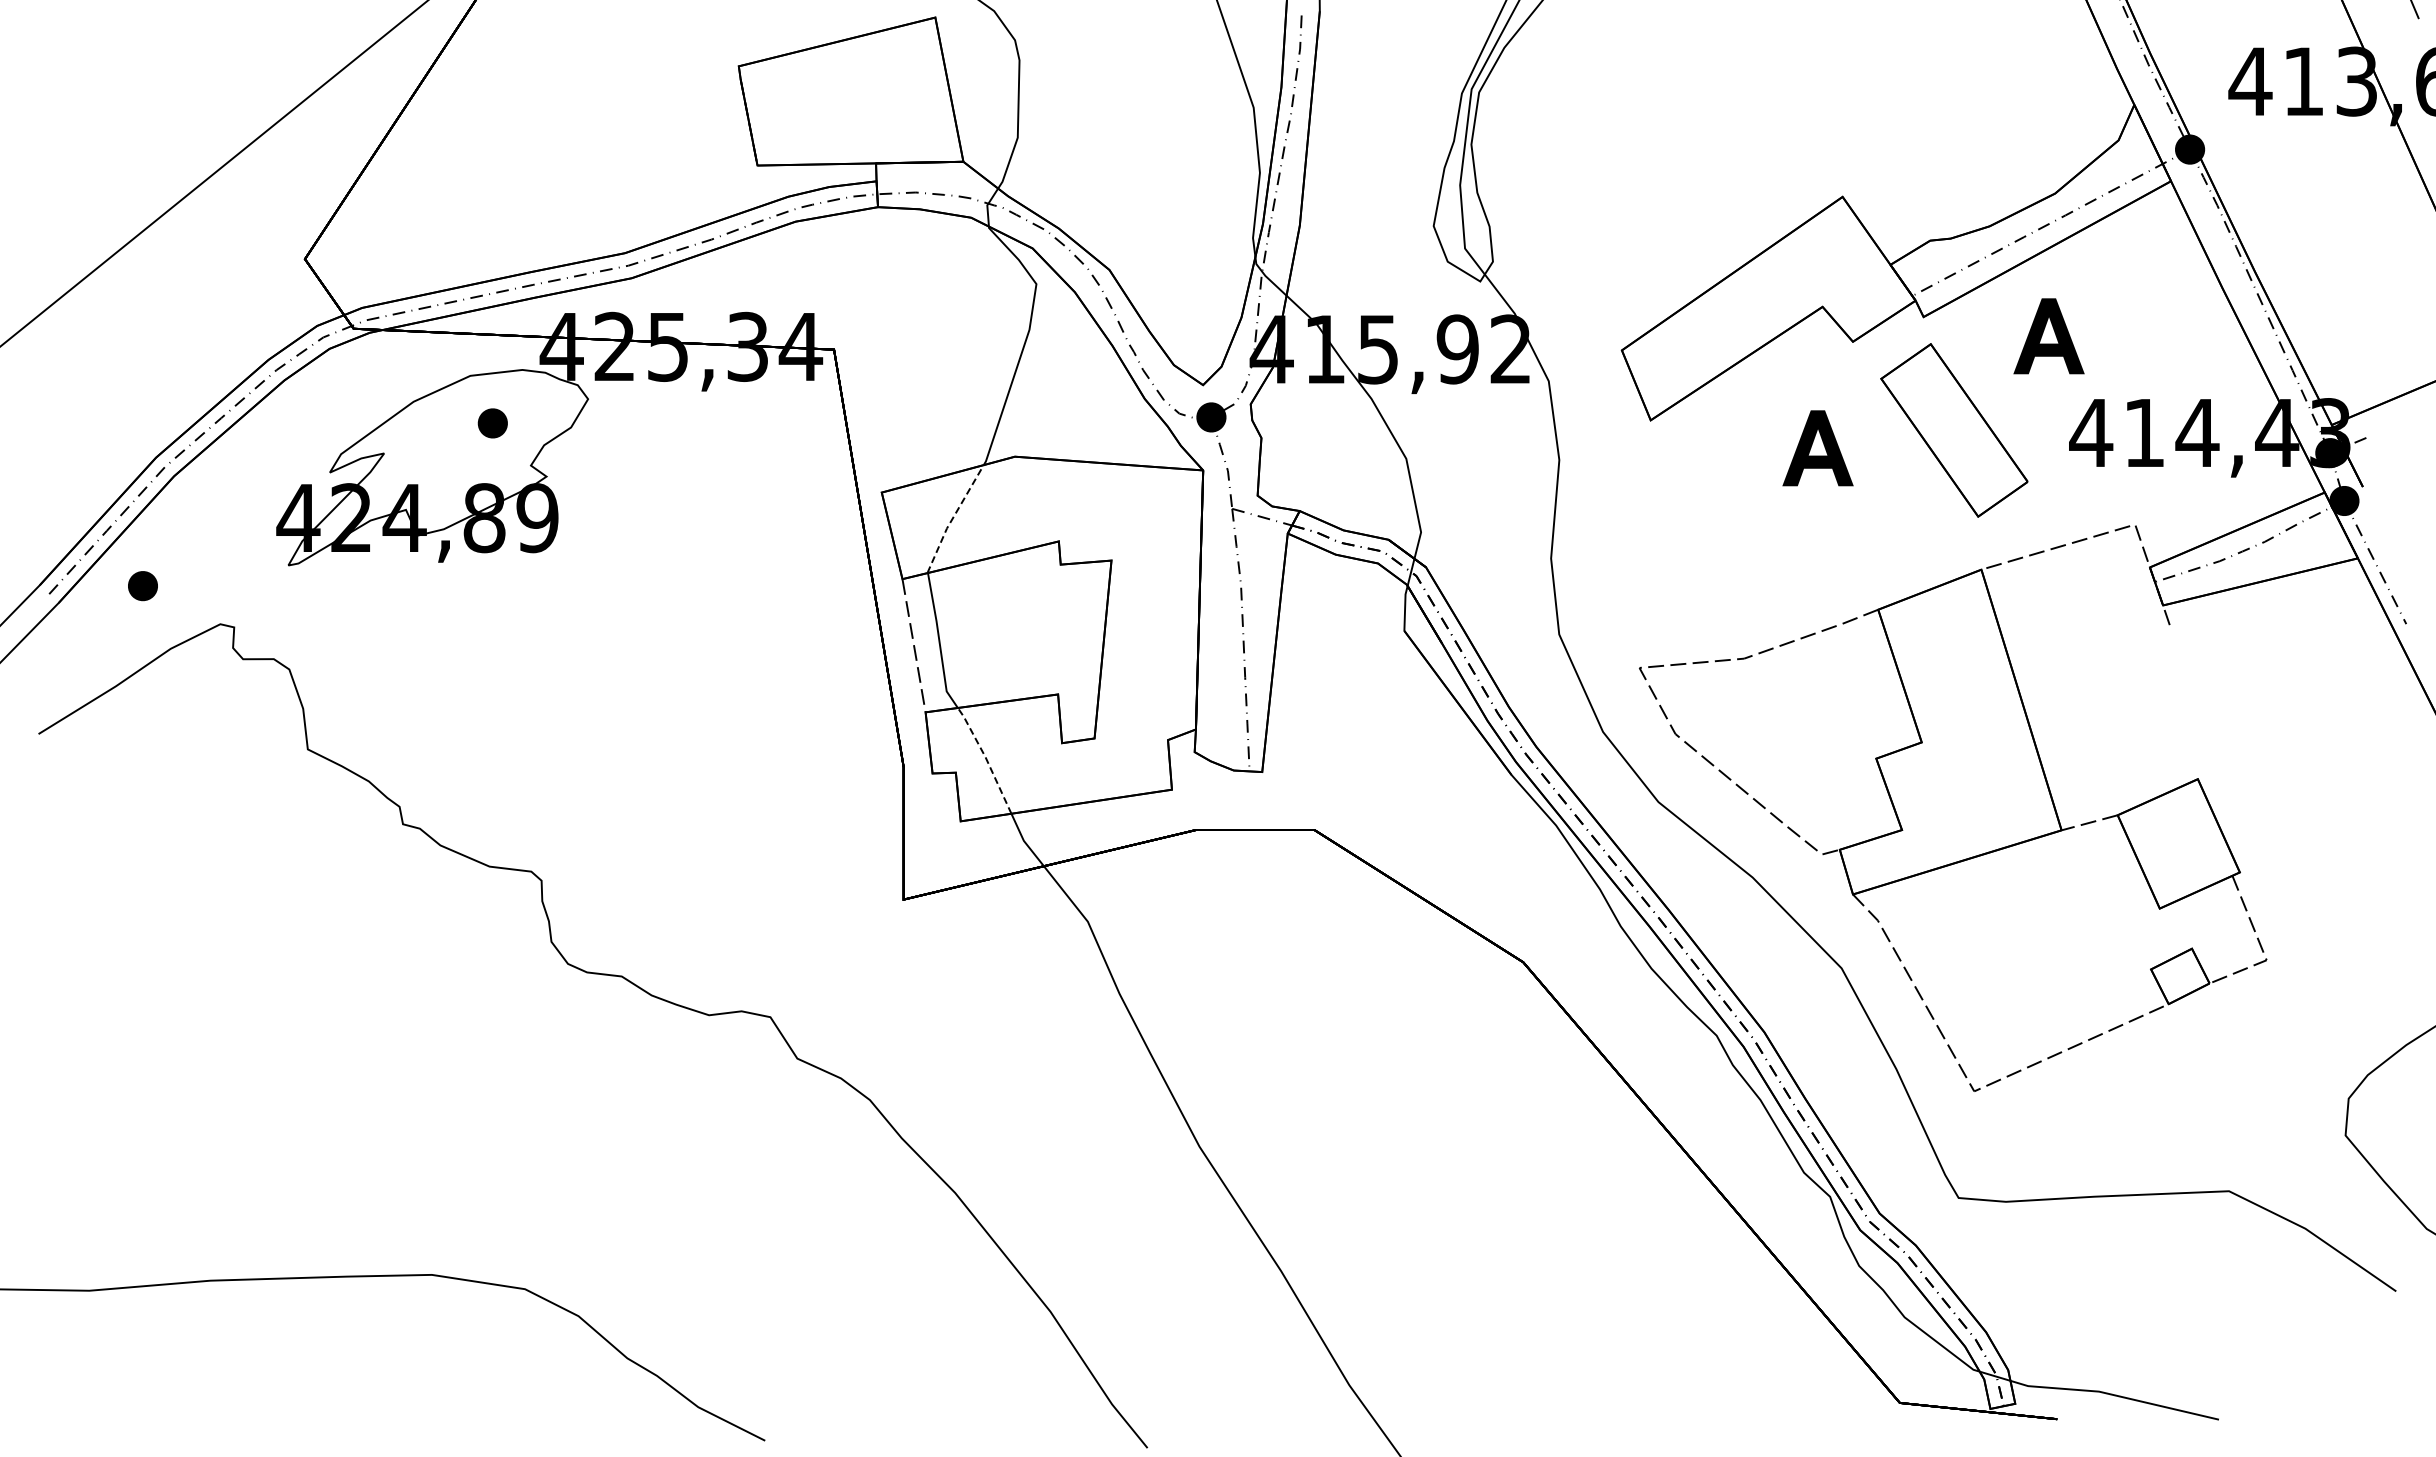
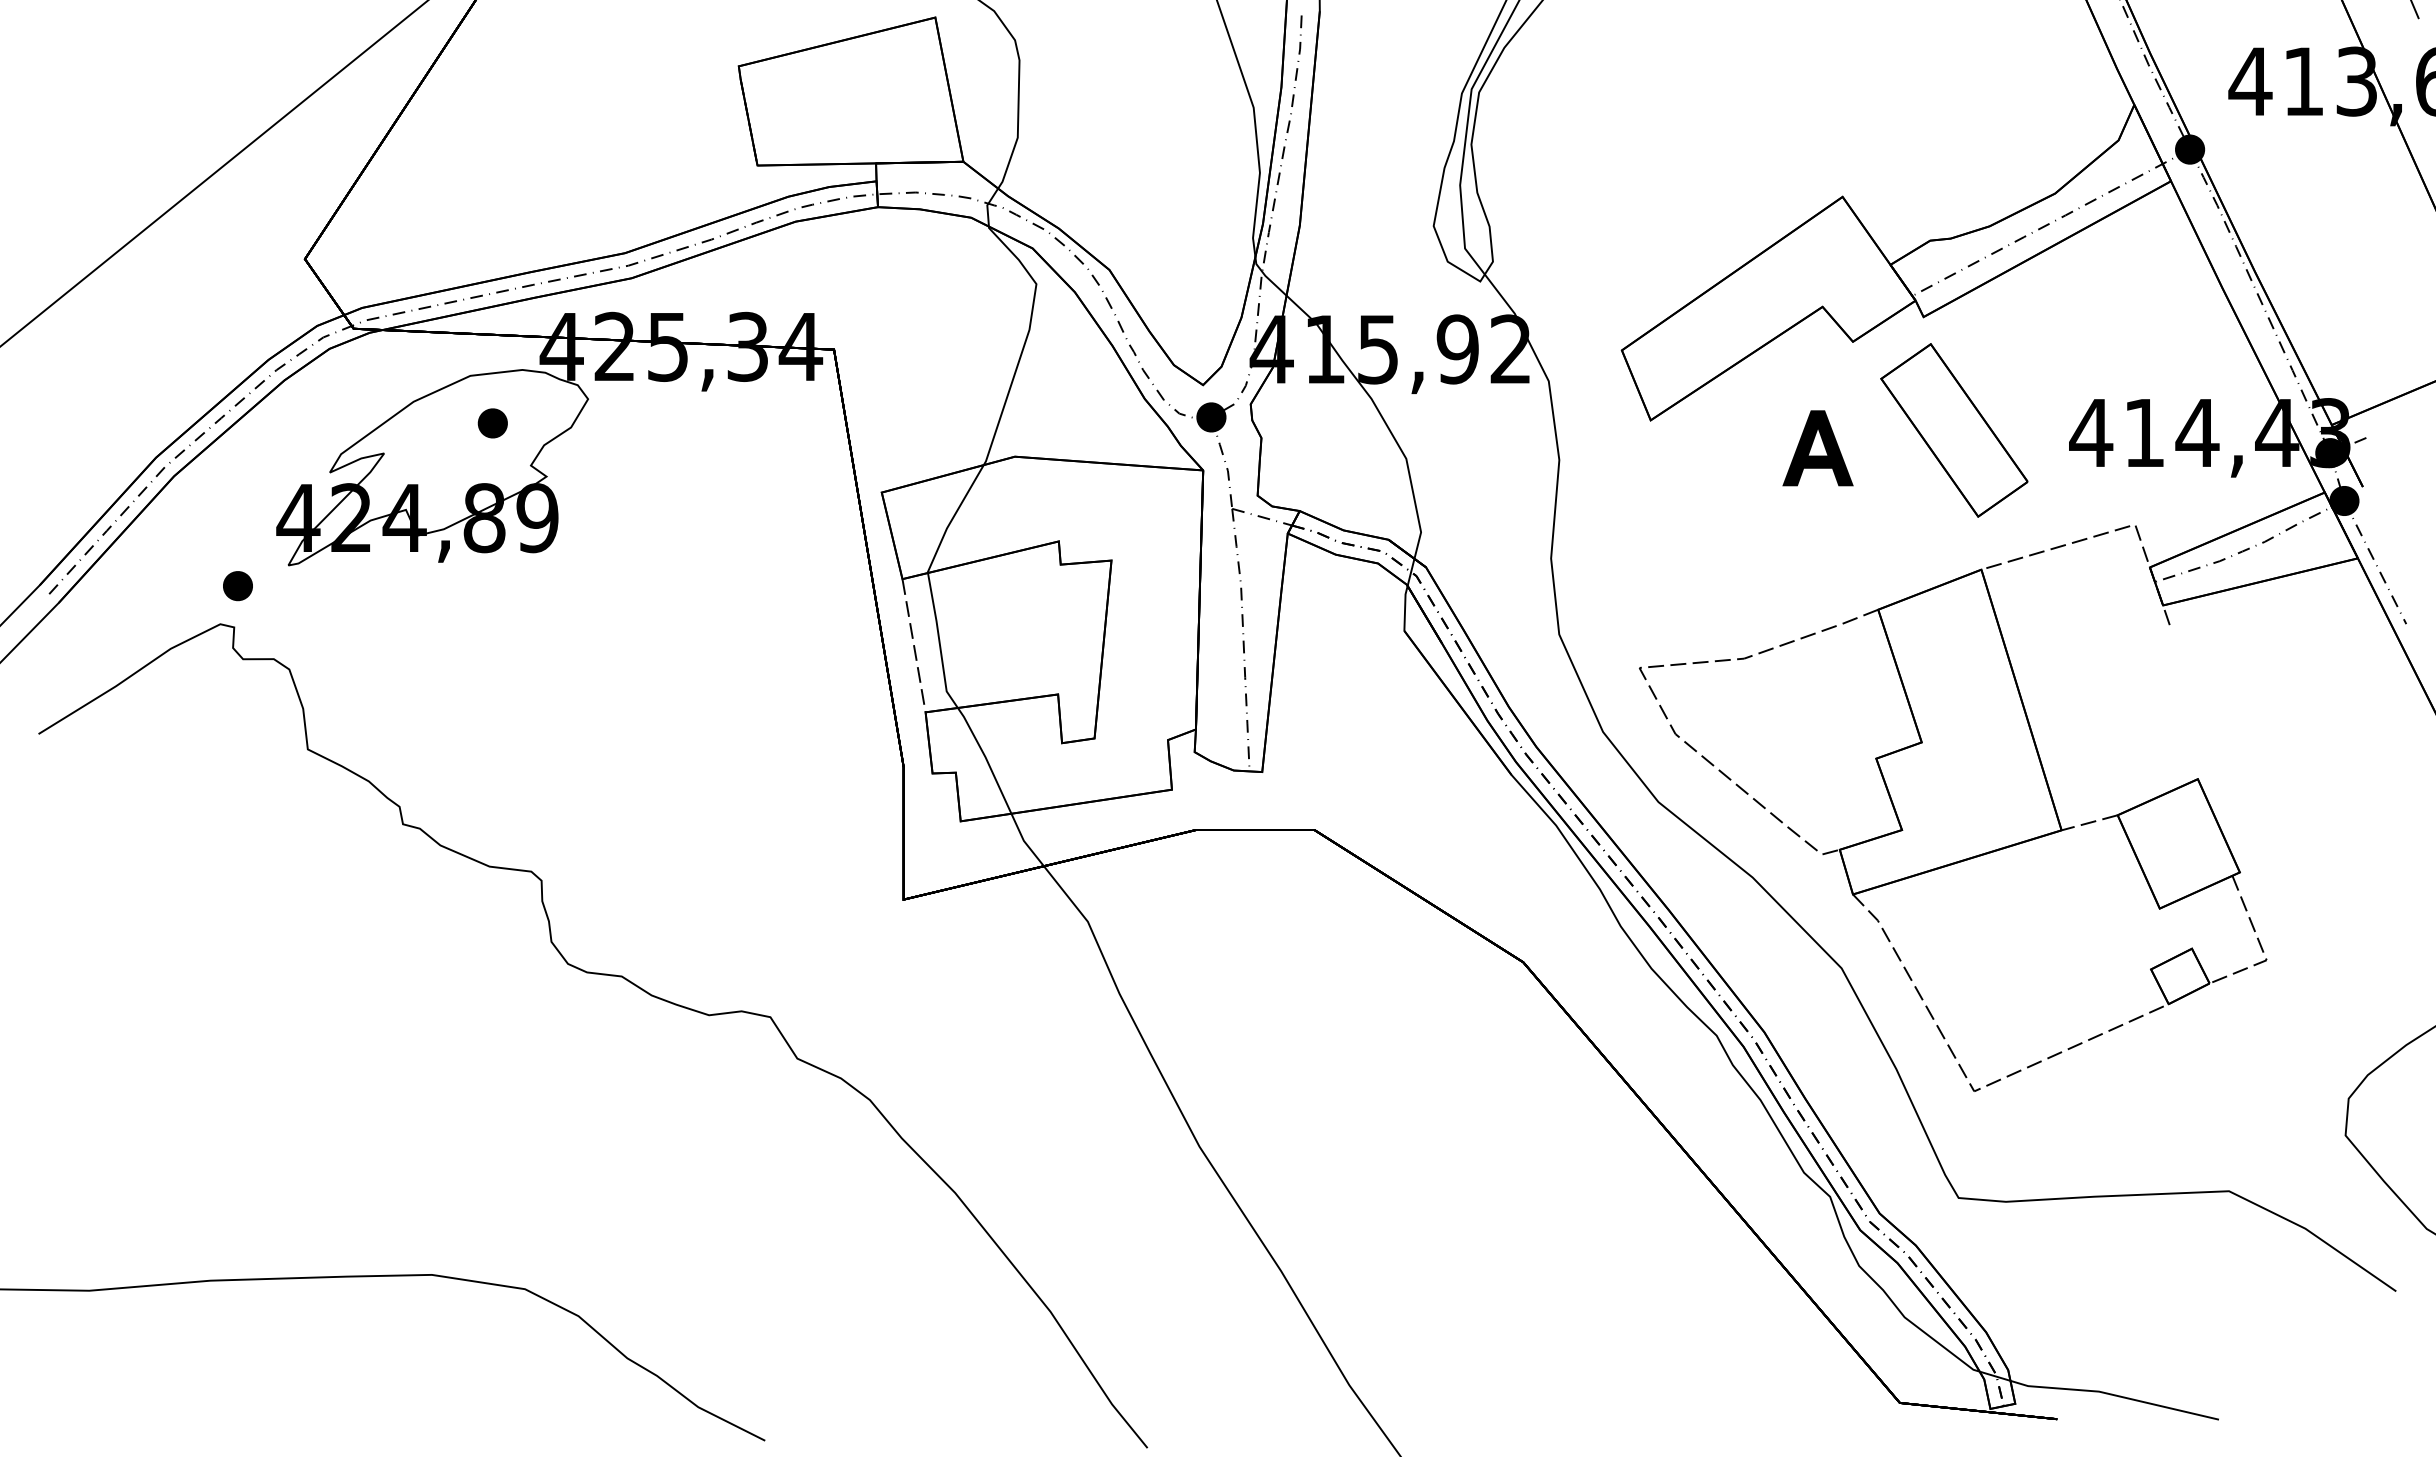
part at (2048, 336): present -> none
line at (952, 518): dashed -> solid
part at (142, 586) position: (142, 586) -> (237, 586)
line at (986, 759): dashed -> solid
